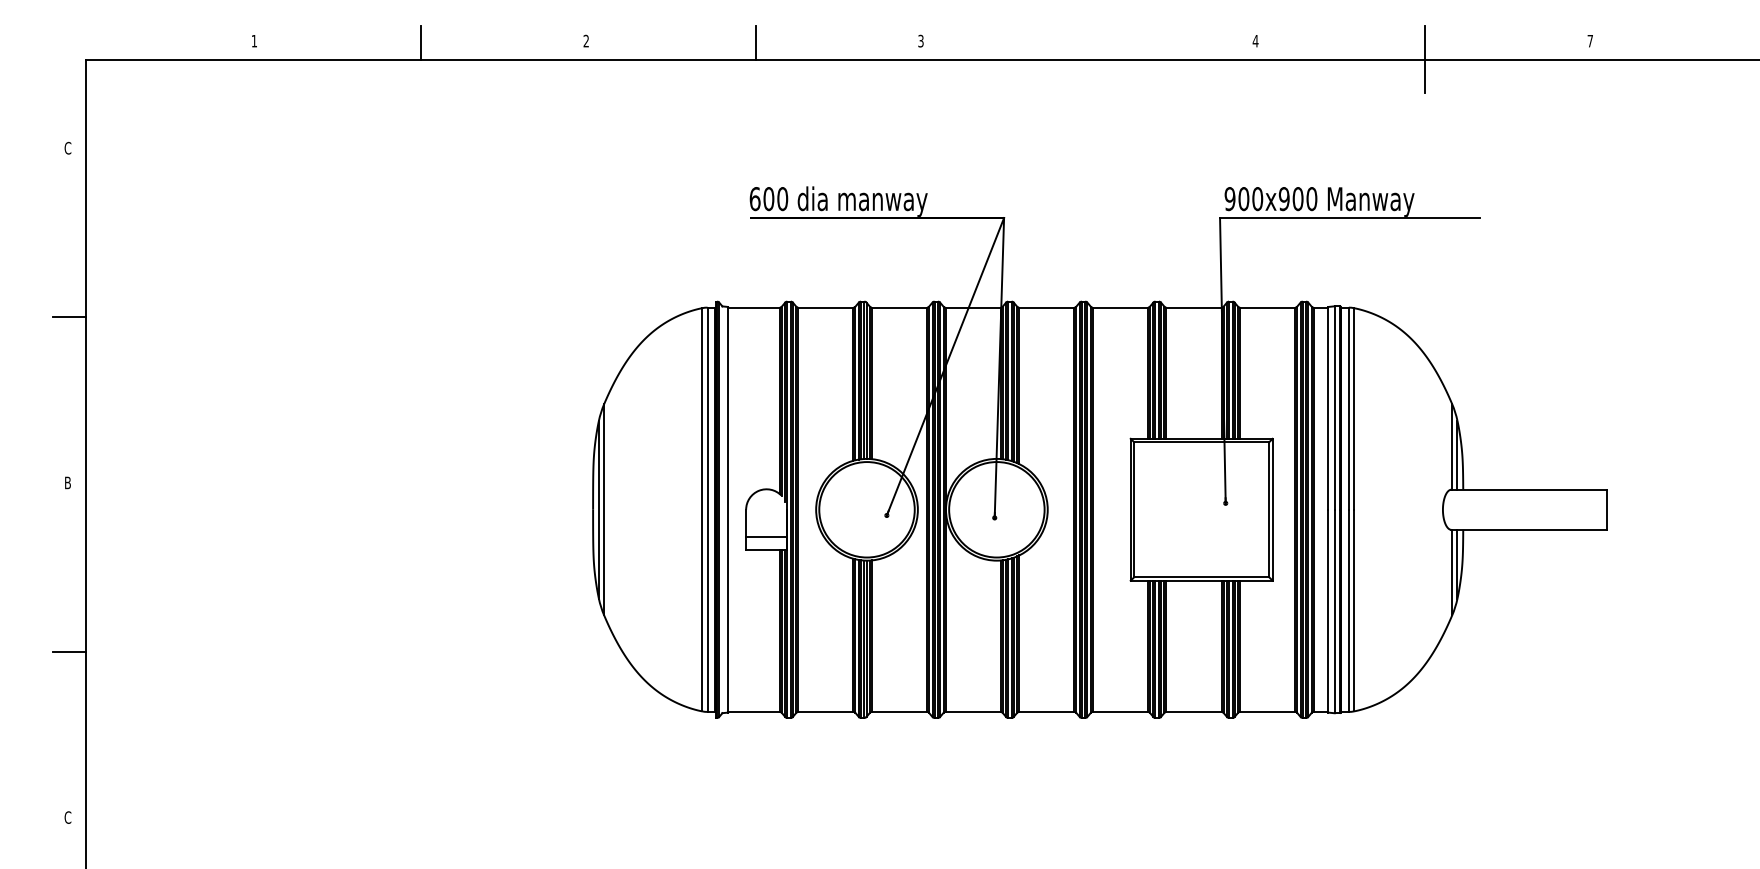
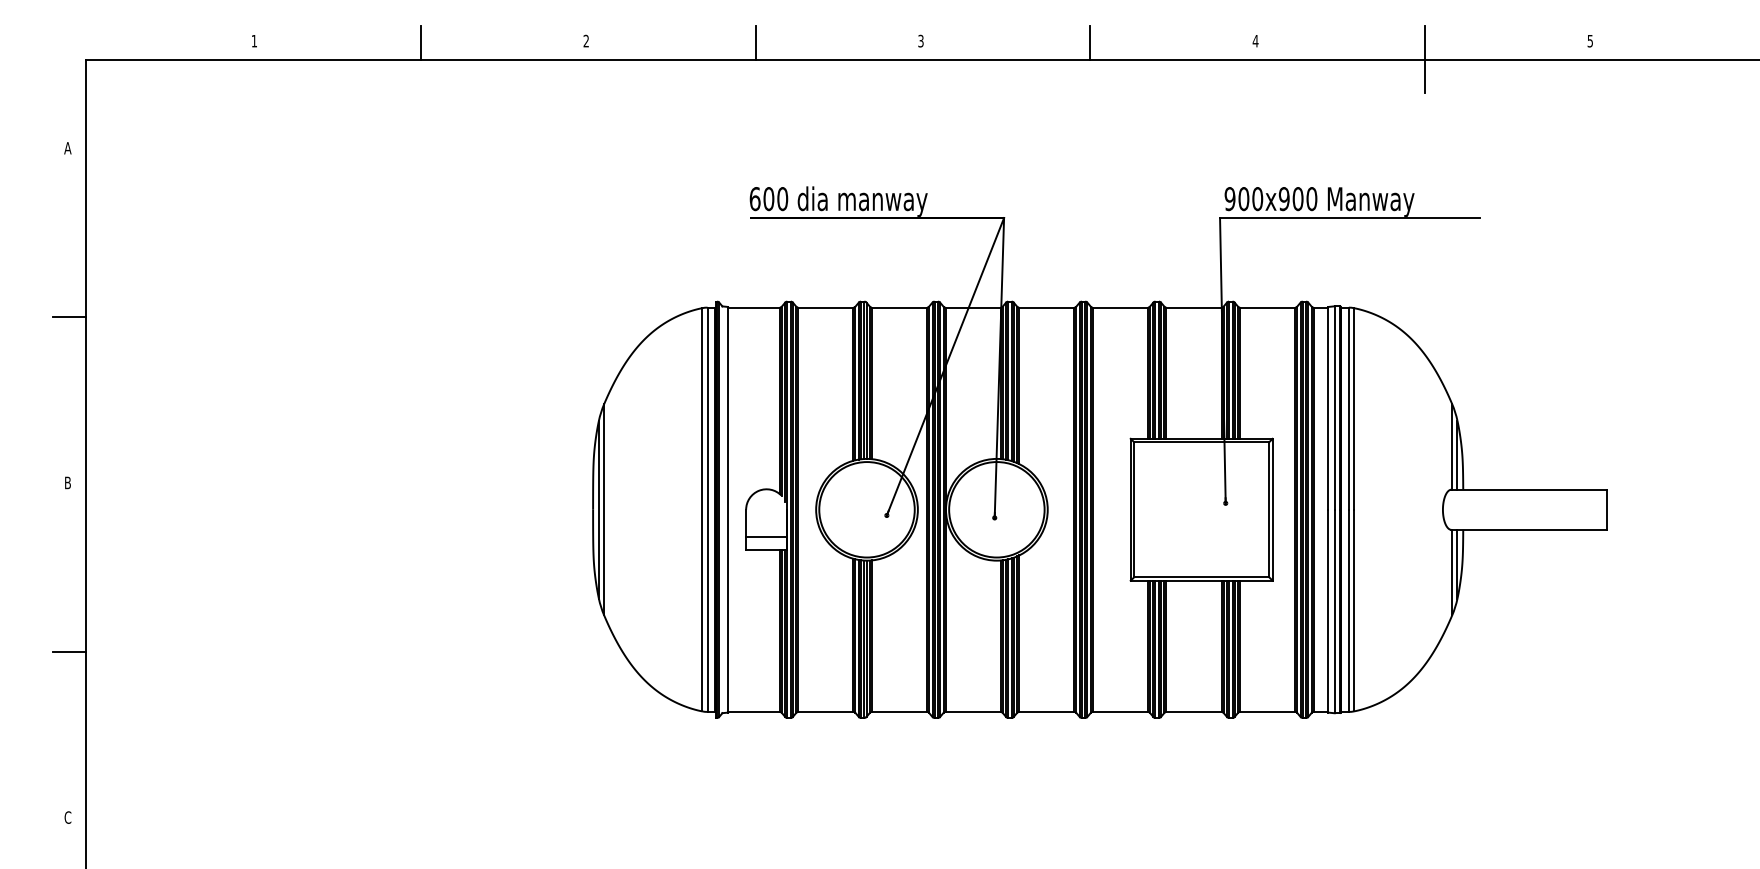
text at (1589, 41): 7 -> 5
line at (1090, 42): none -> present
text at (67, 147): C -> A
